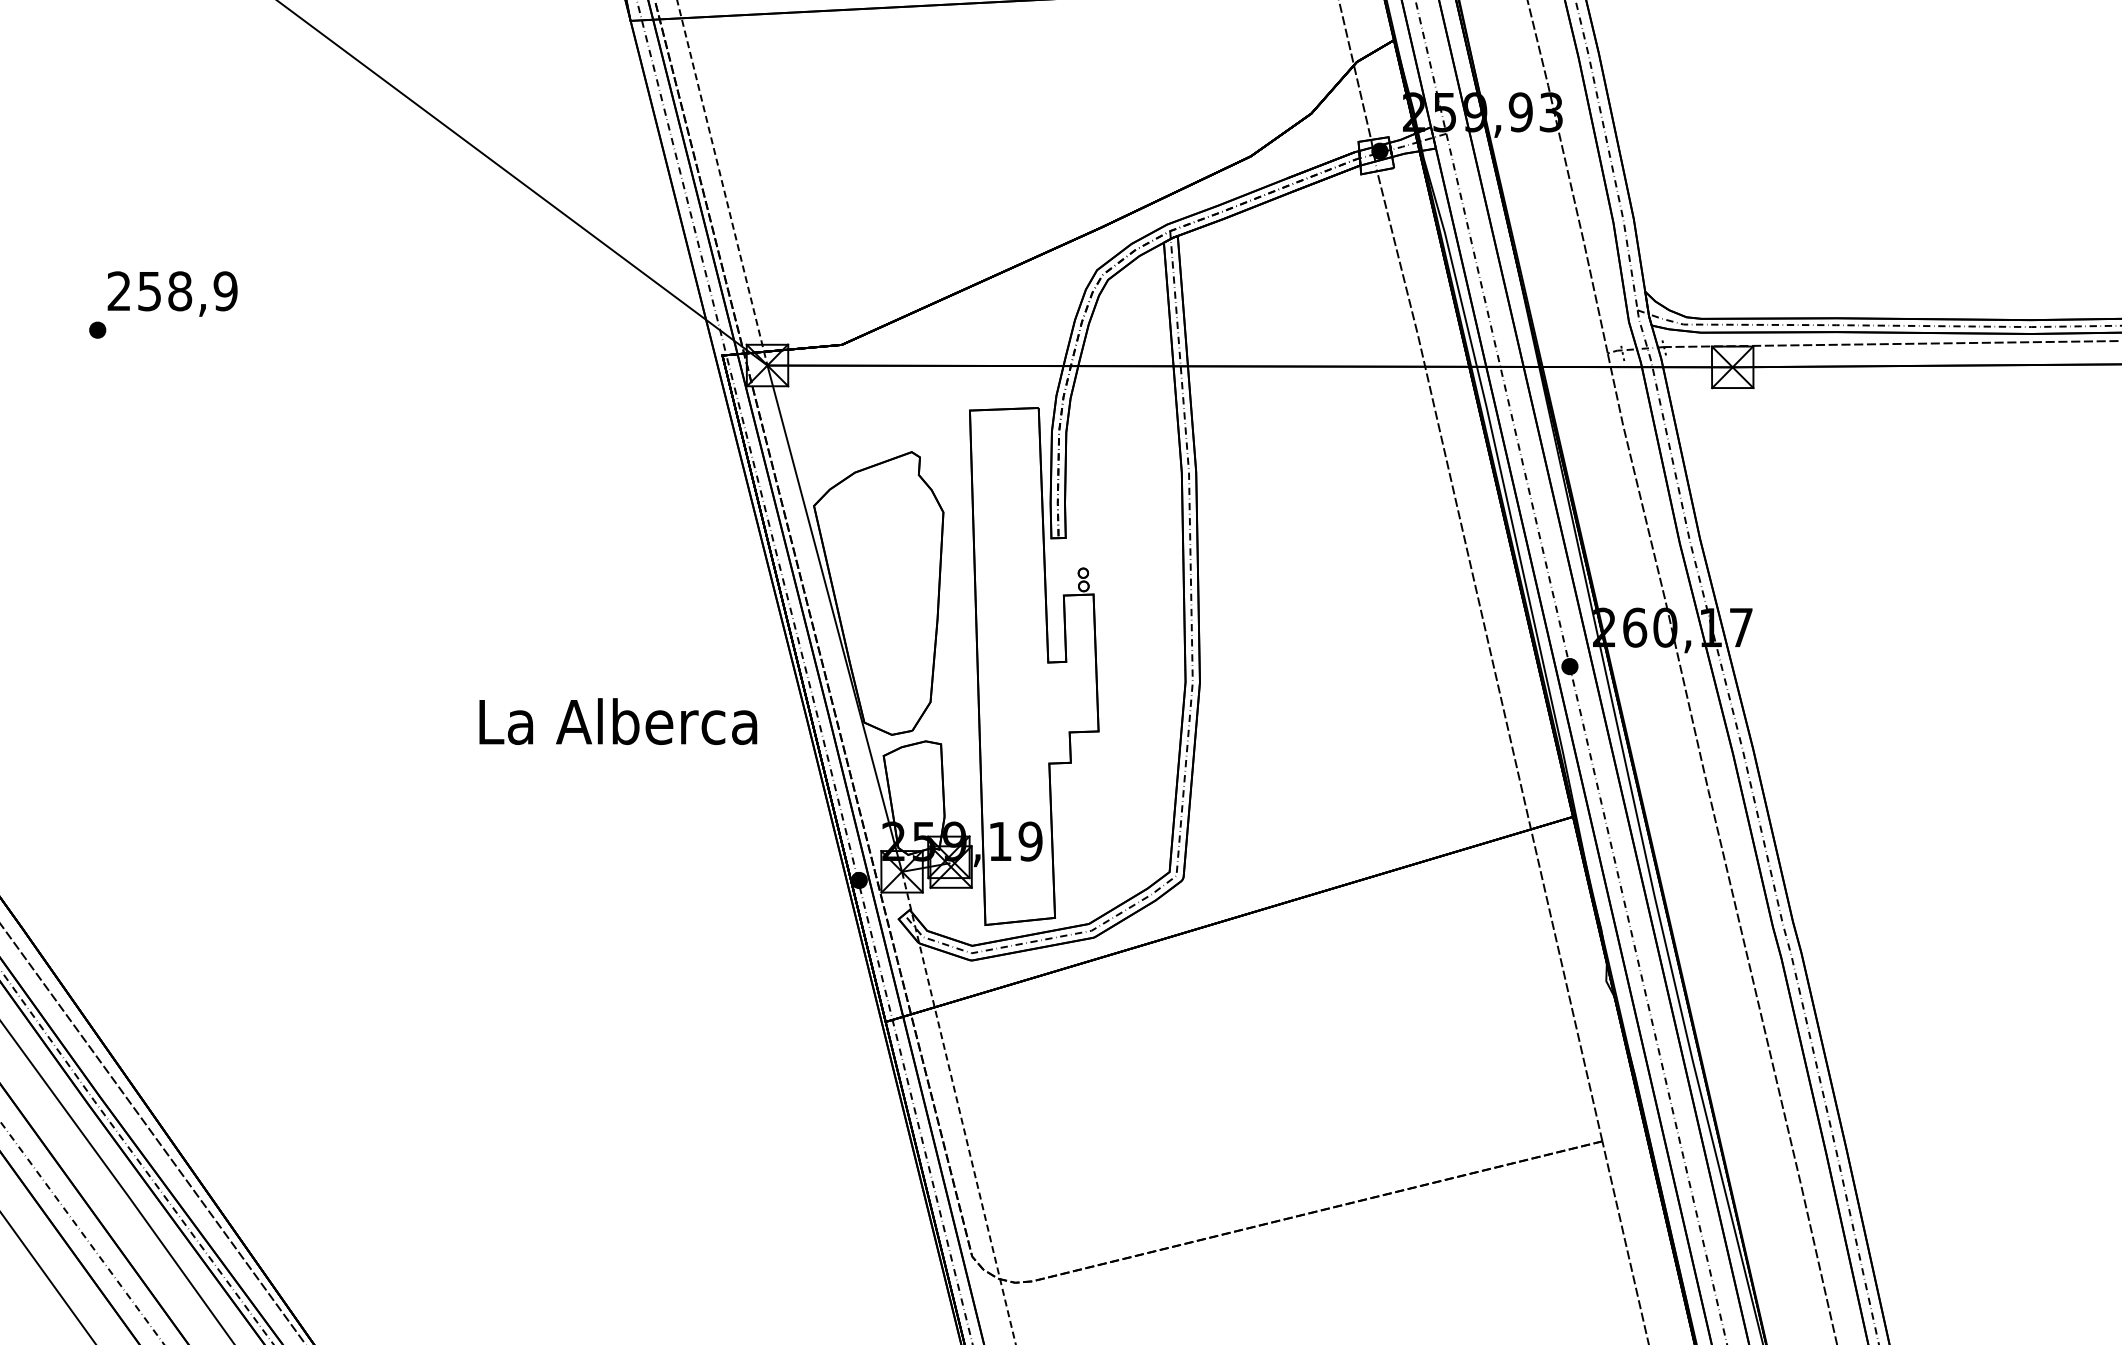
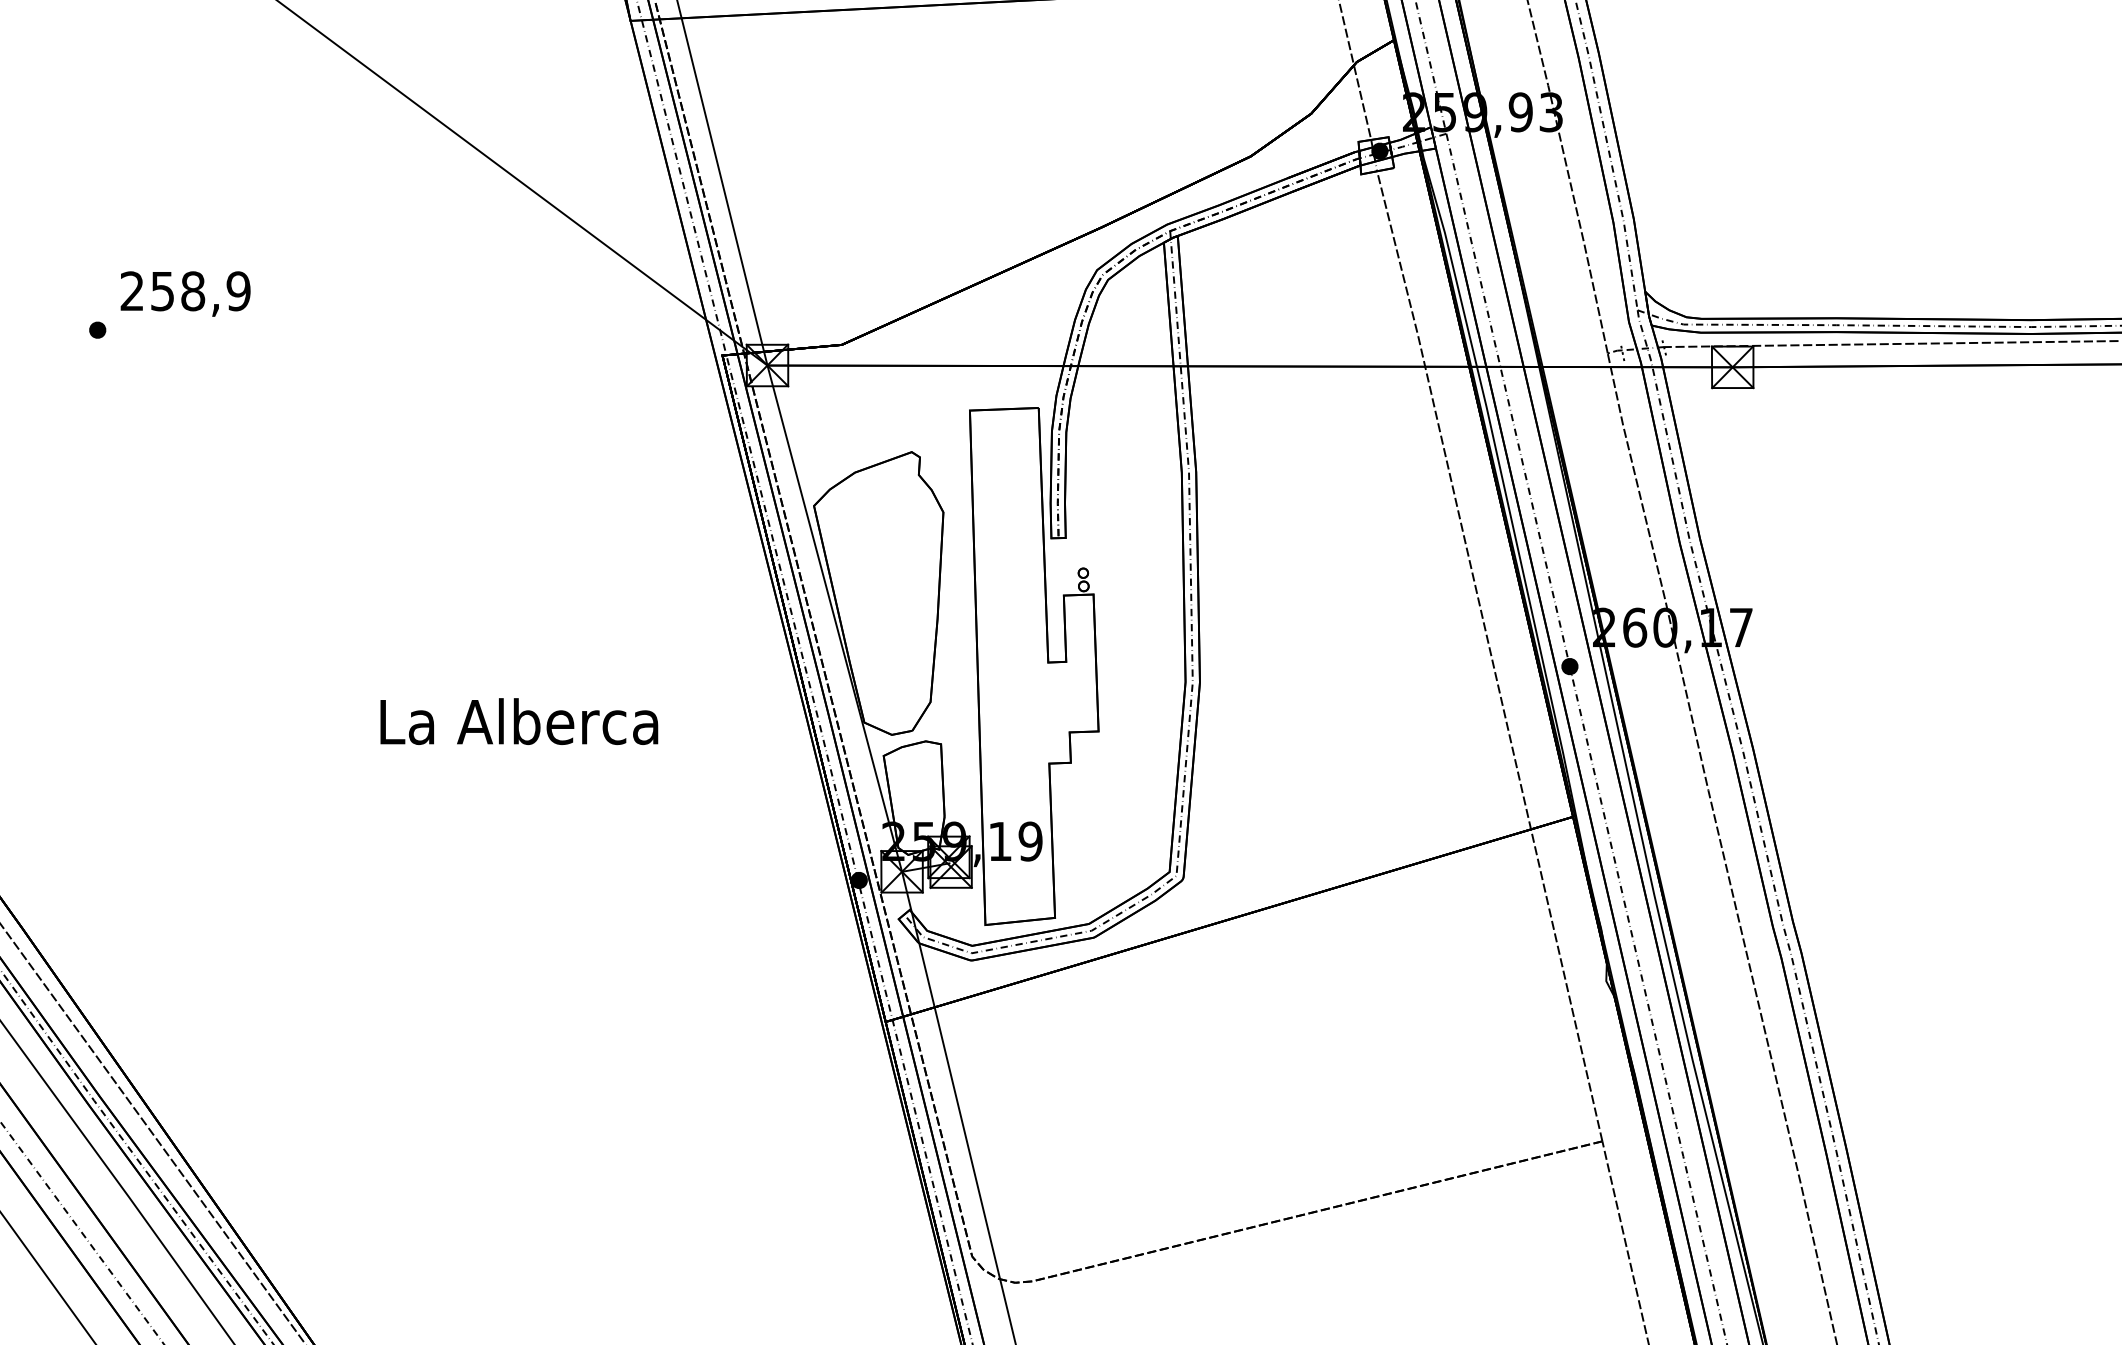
line at (722, 183): dashed -> solid
text at (172, 293) position: (172, 293) -> (185, 293)
text at (618, 721) position: (618, 721) -> (519, 721)
line at (959, 1108): dashed -> solid
